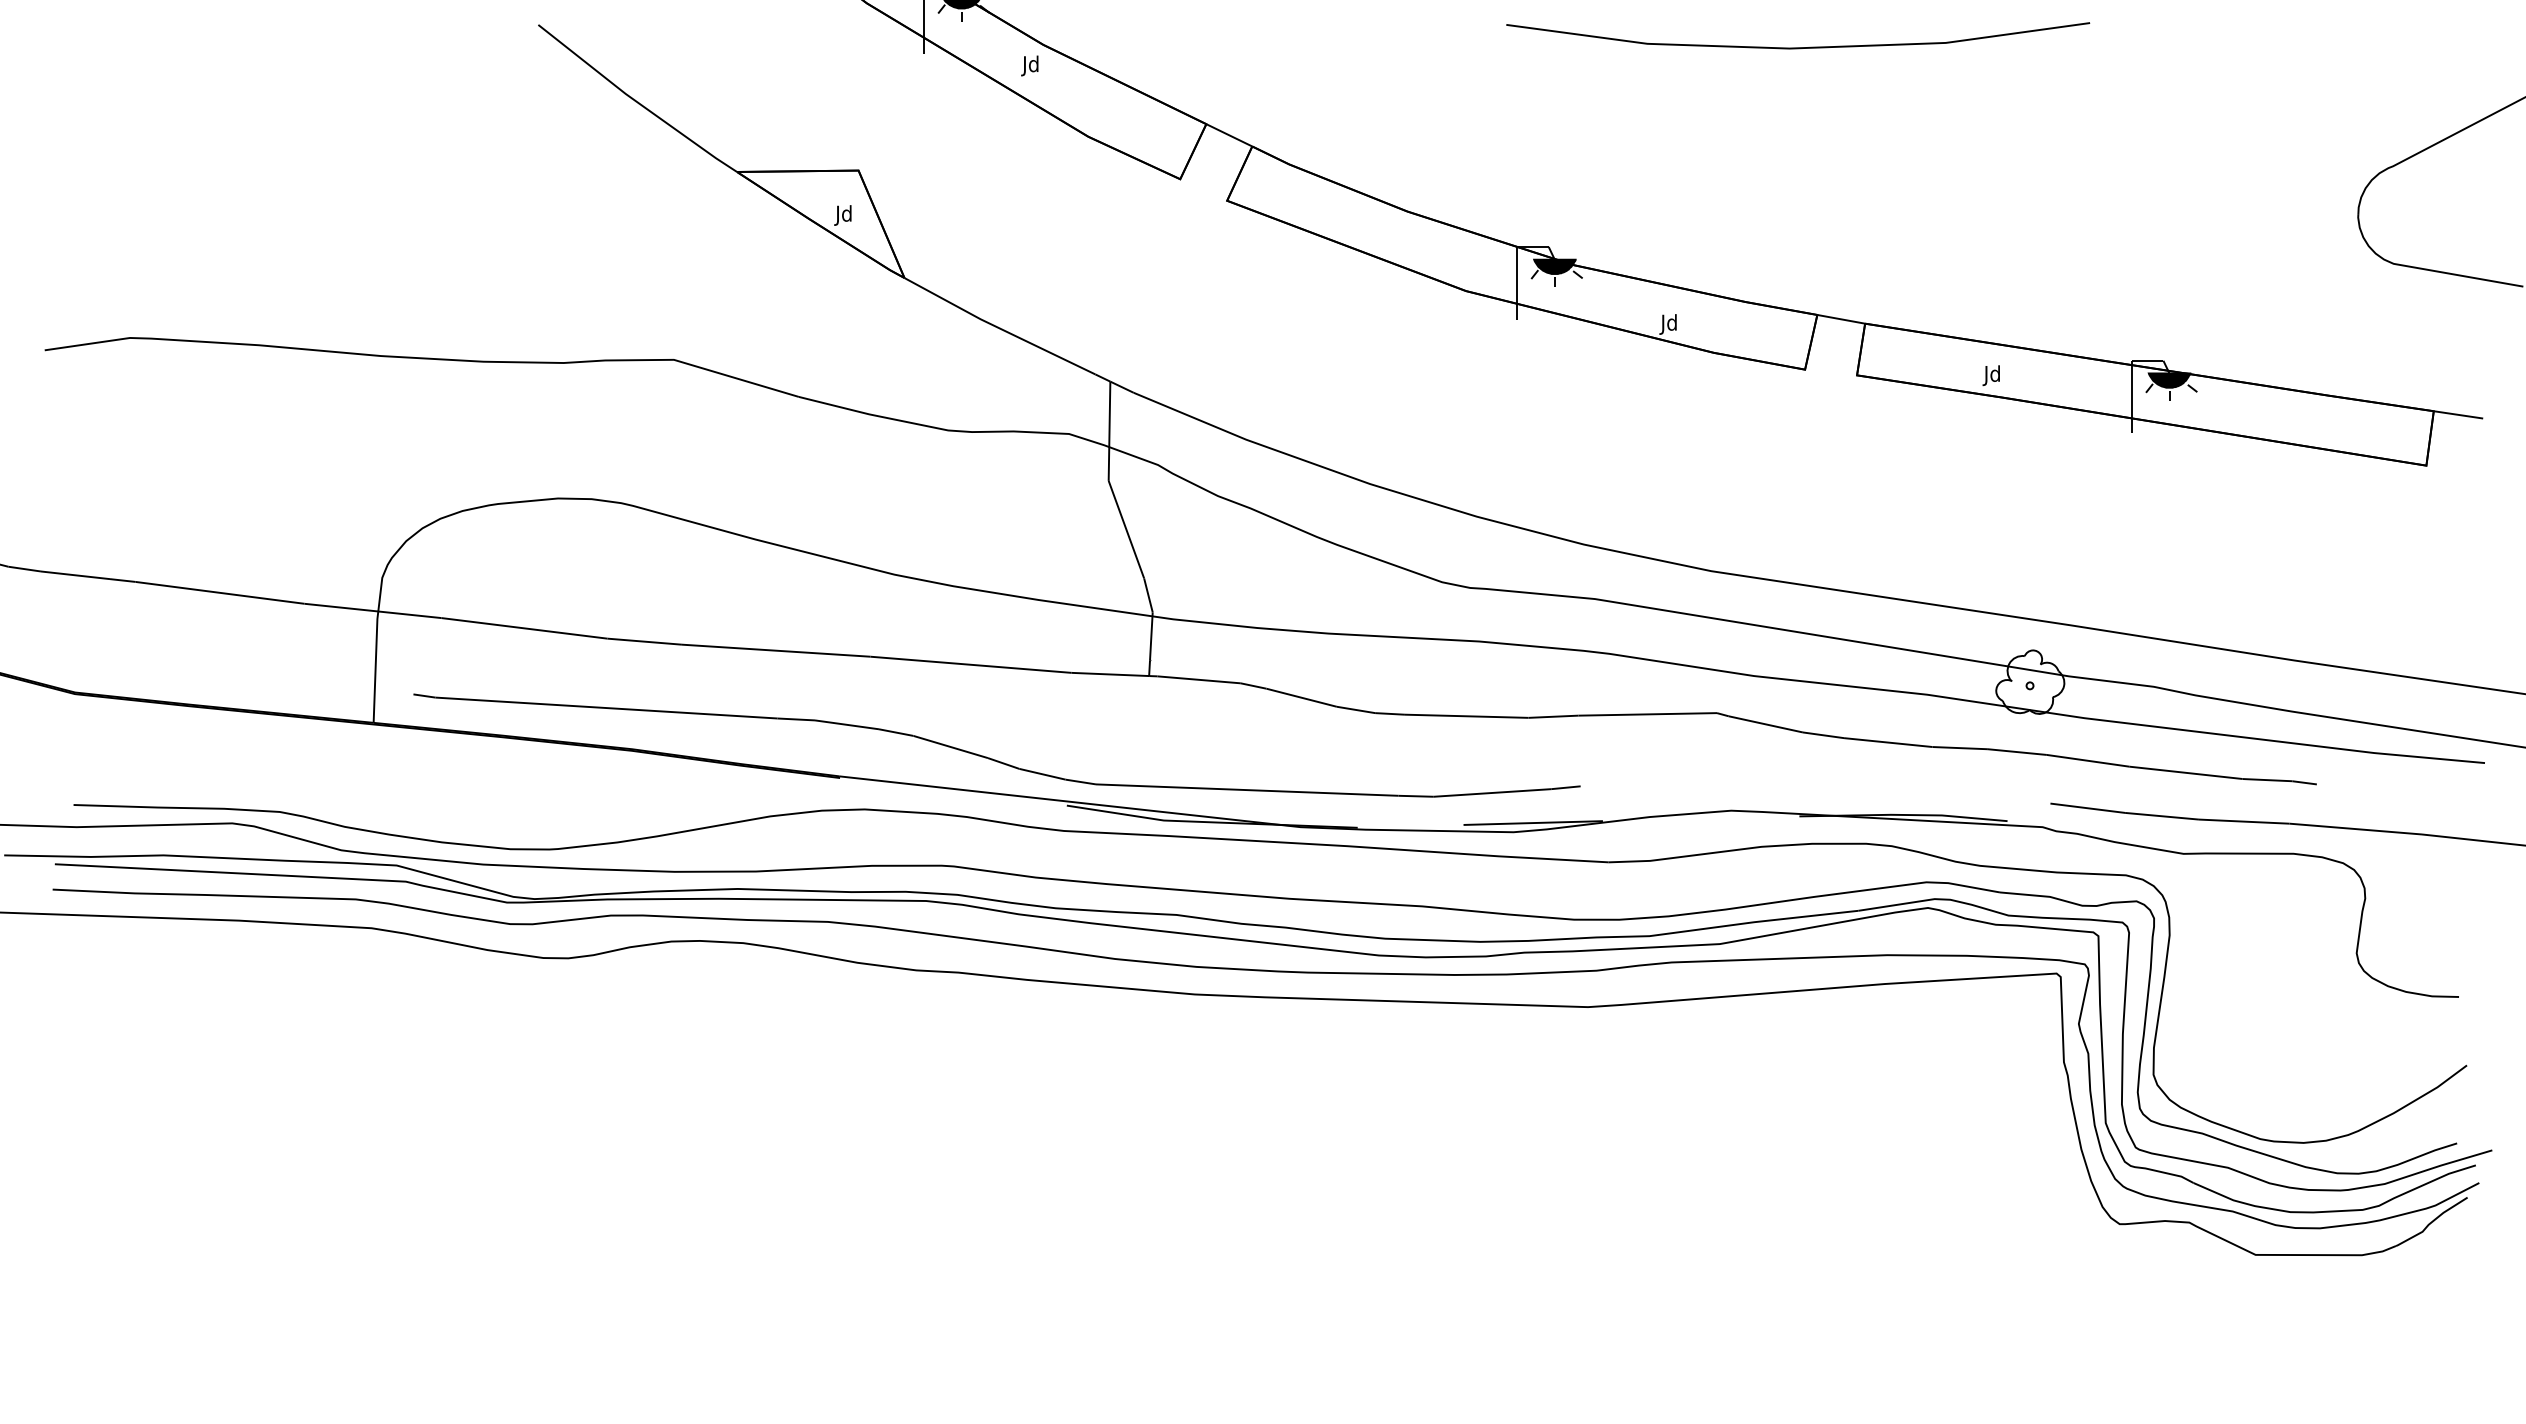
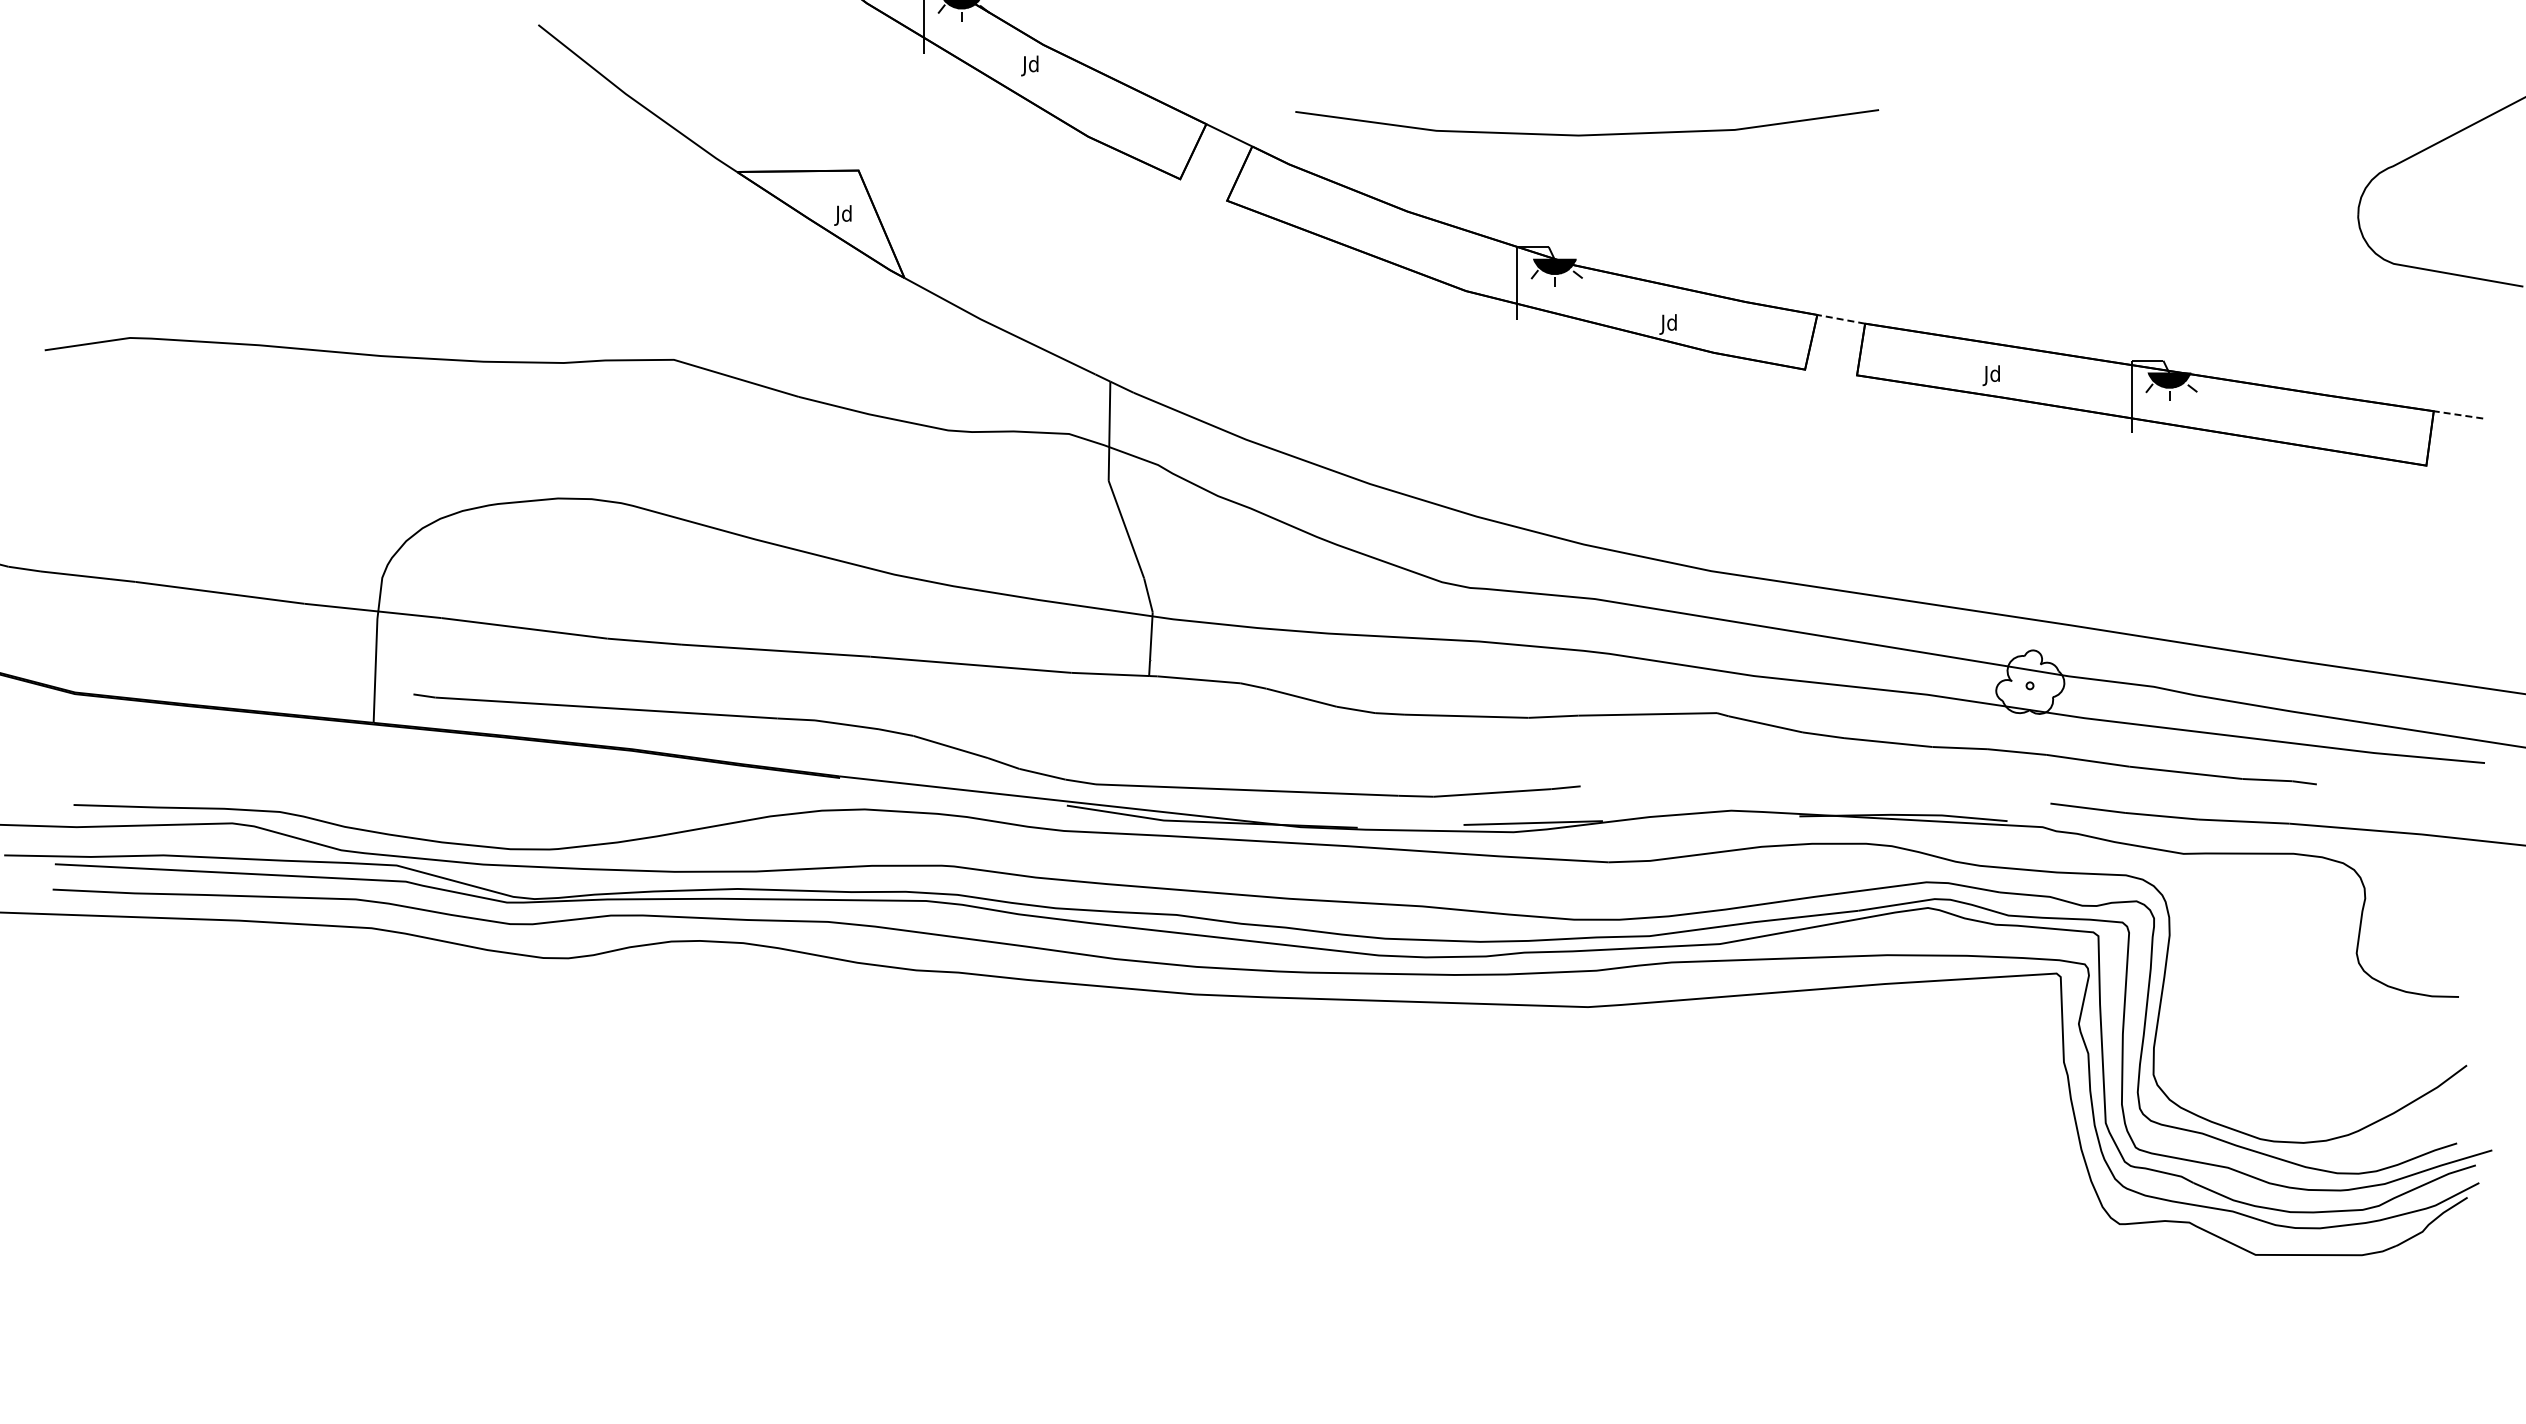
line at (1798, 47) position: (1798, 47) -> (1587, 134)
line at (1840, 319): solid -> dashed
line at (2458, 414): solid -> dashed
